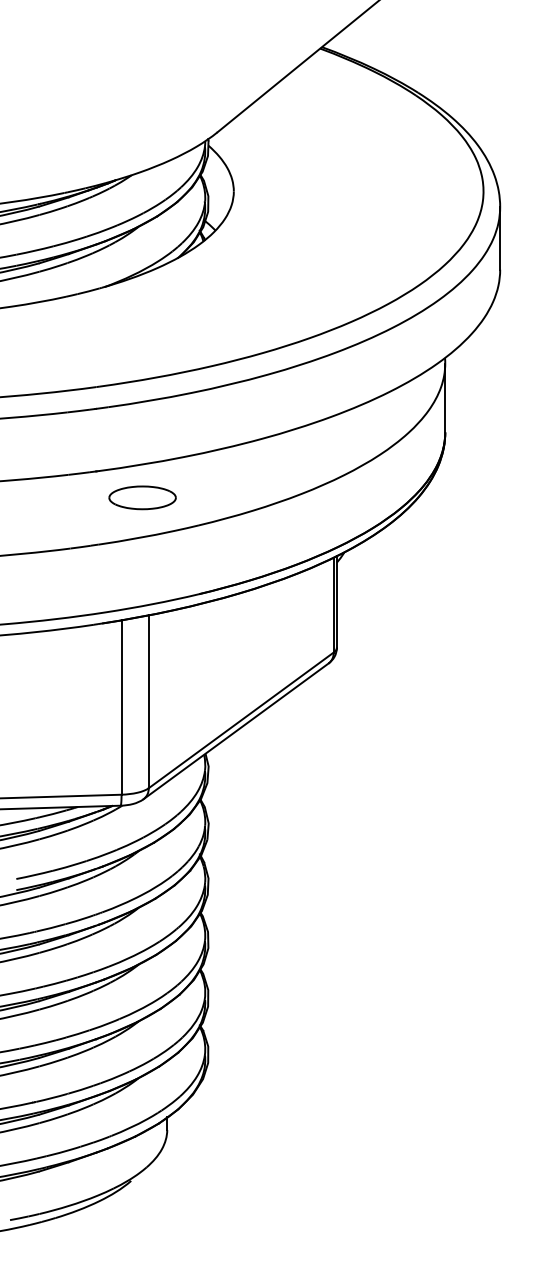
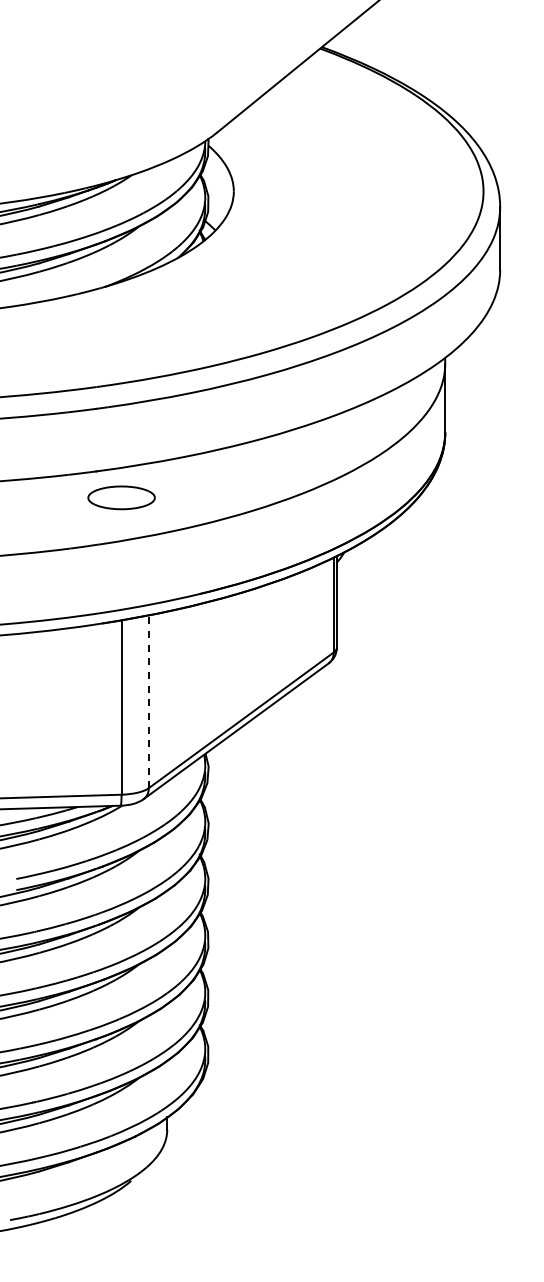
part at (142, 497) position: (142, 497) -> (121, 497)
line at (148, 701): solid -> dashed
